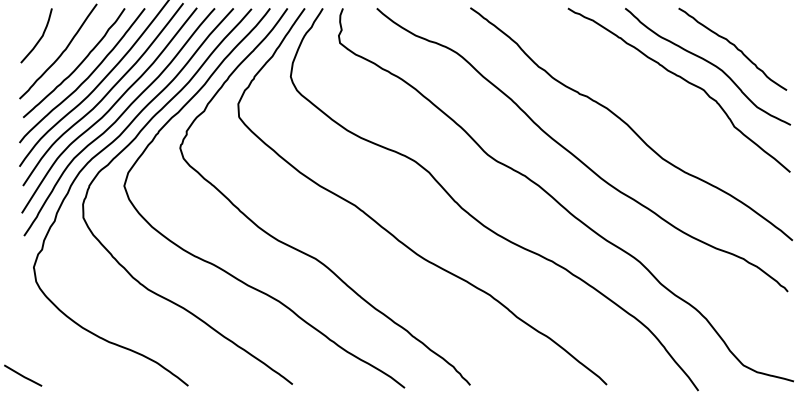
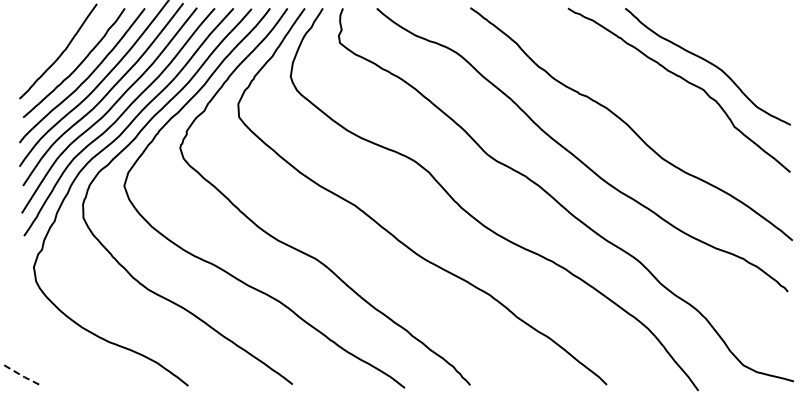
curve at (39, 38): present -> none
curve at (734, 46): present -> none
line at (24, 377): solid -> dashed
